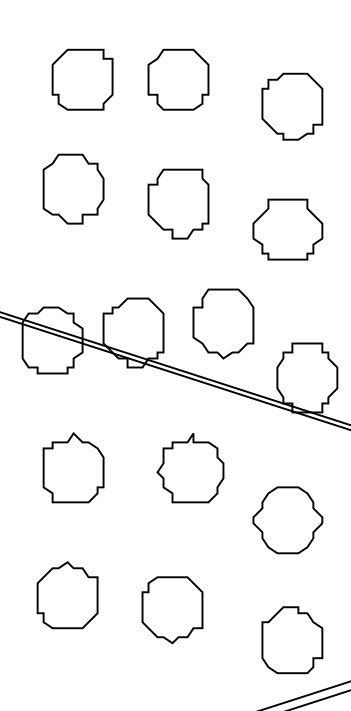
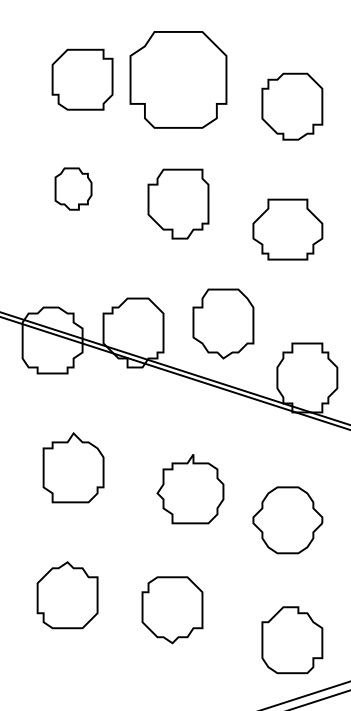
part at (178, 79) size: 63x63 px -> 99x98 px
part at (73, 188) size: 63x72 px -> 39x44 px
part at (190, 468) position: (190, 468) -> (190, 489)
